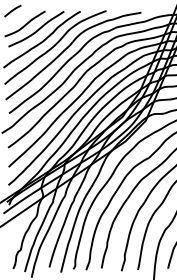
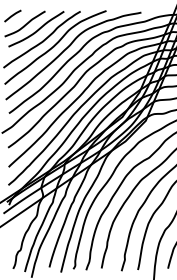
line at (12, 10) position: (12, 10) -> (12, 15)
